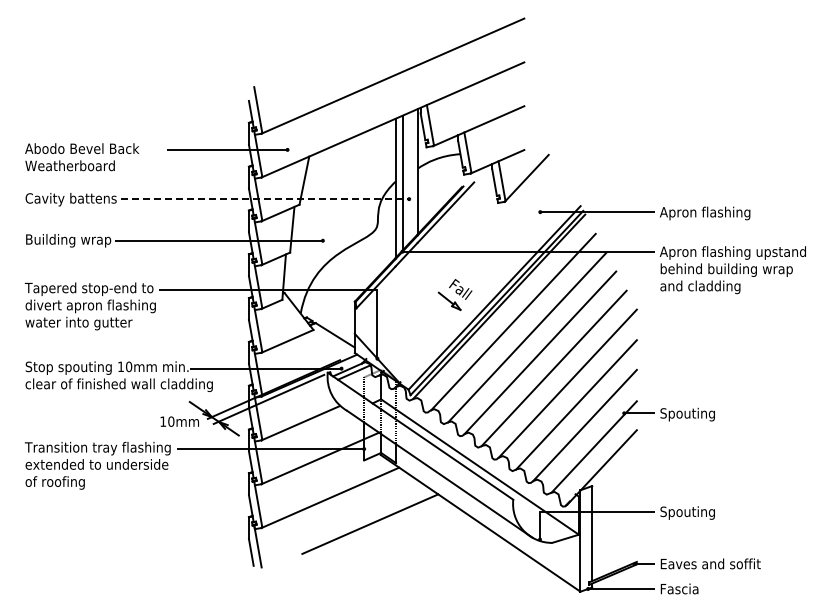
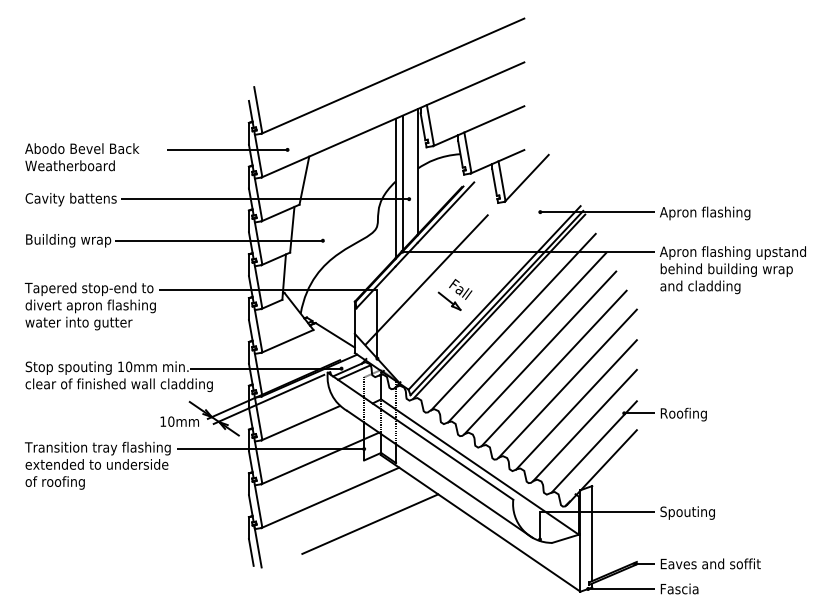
line at (265, 199): dashed -> solid
line at (426, 279): none -> present
text at (687, 414): Spouting -> Roofing
